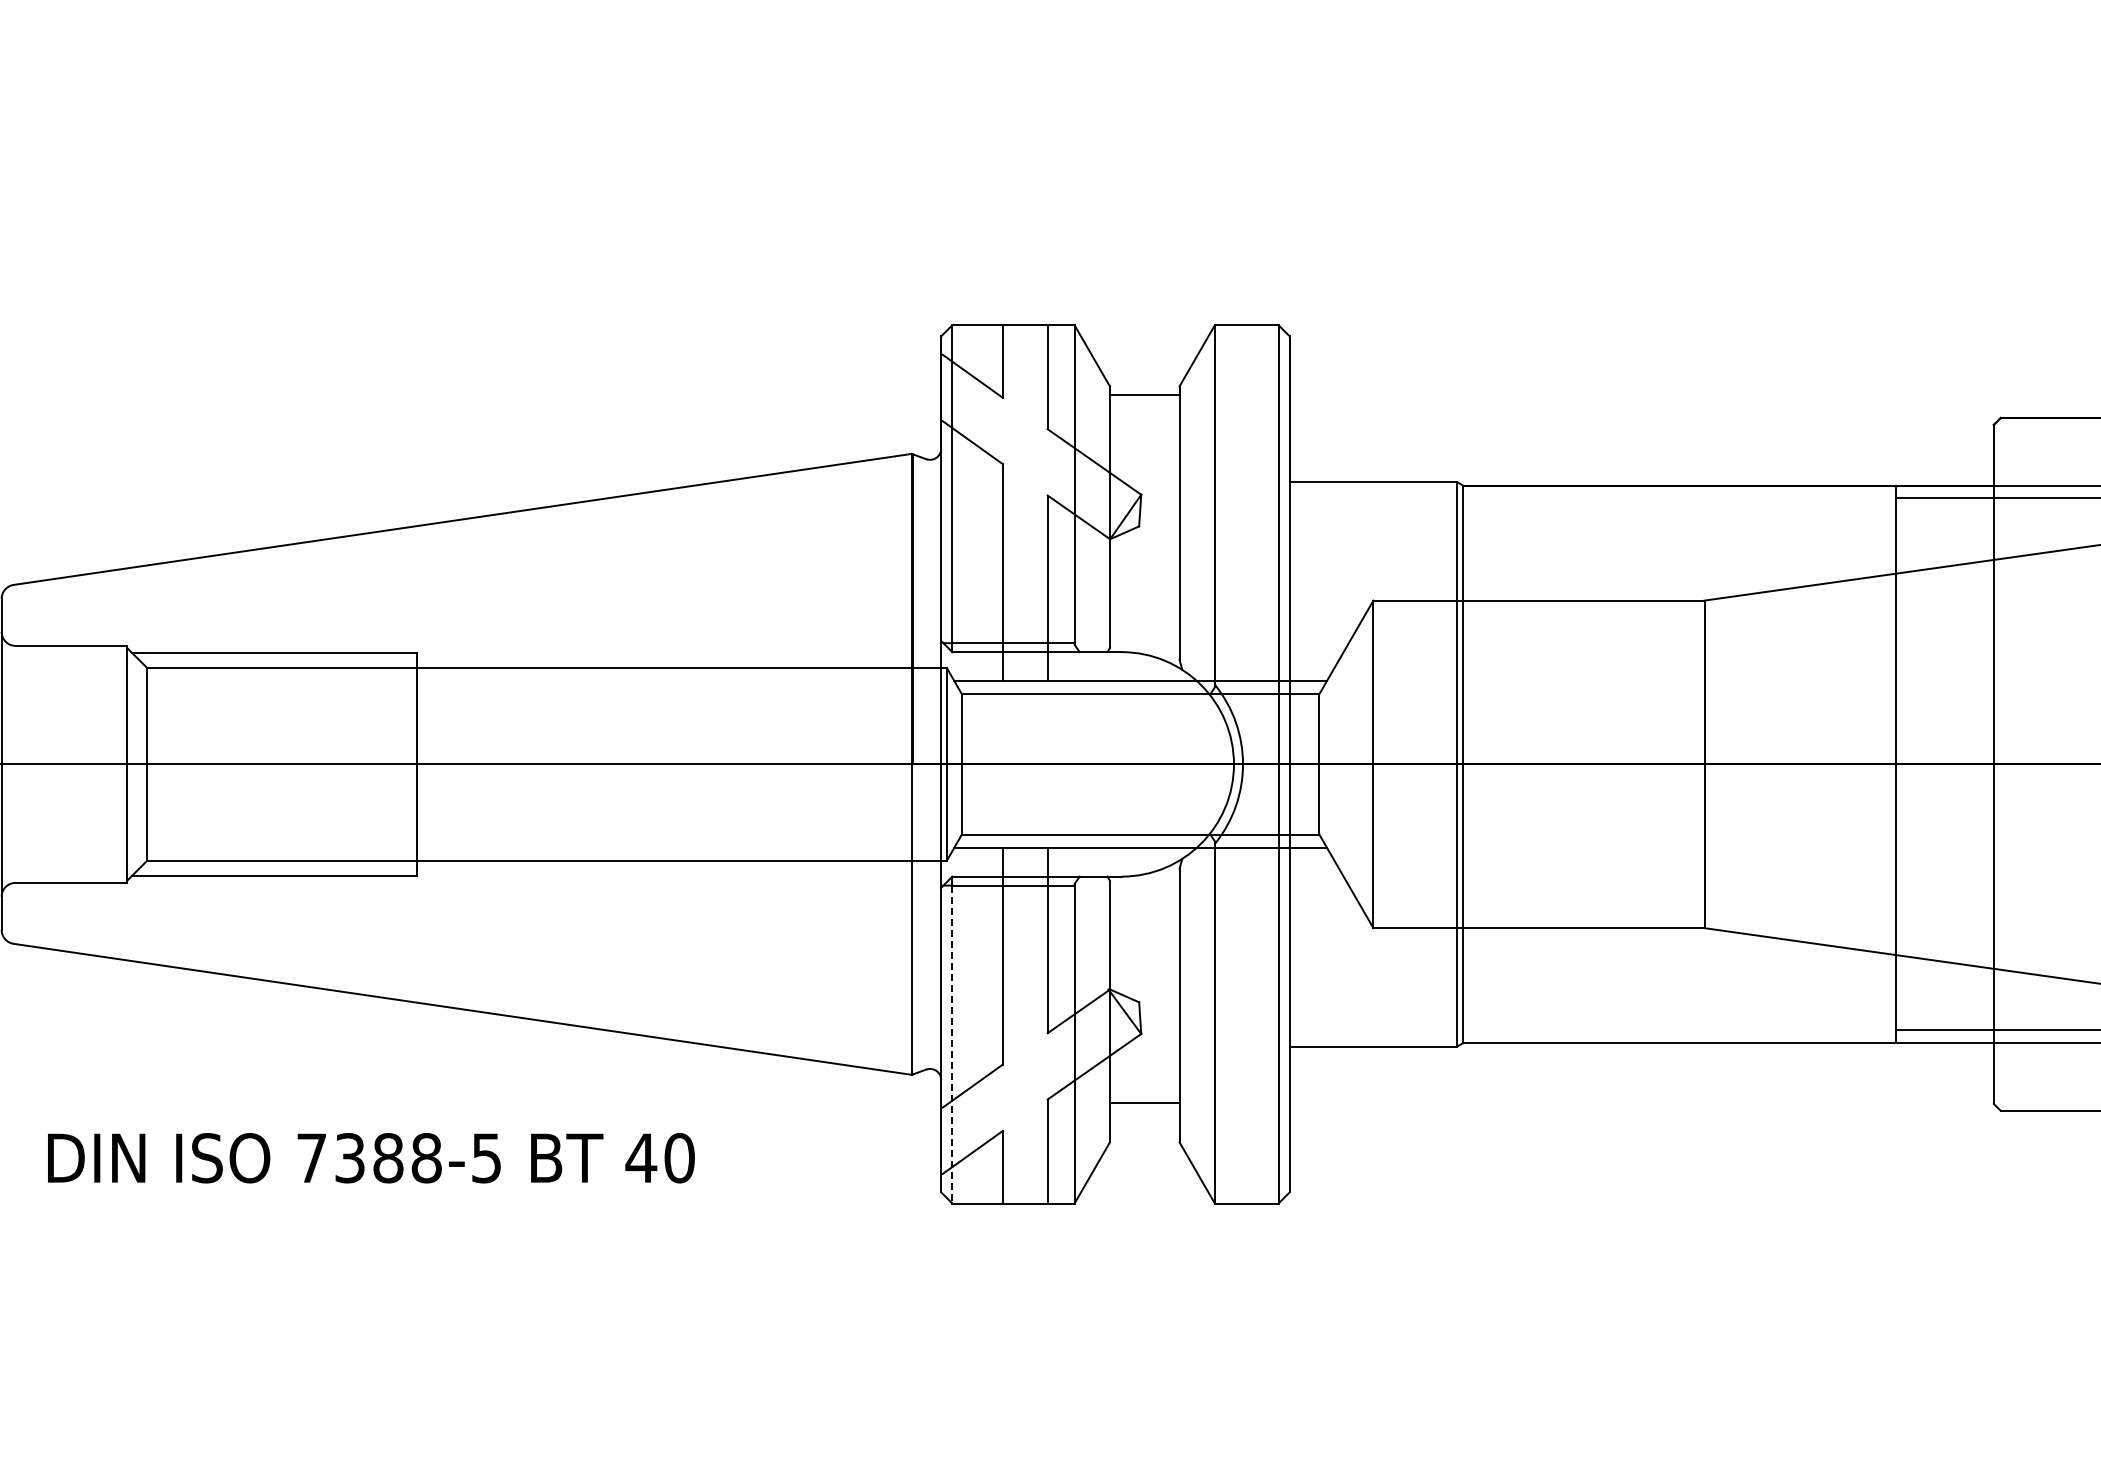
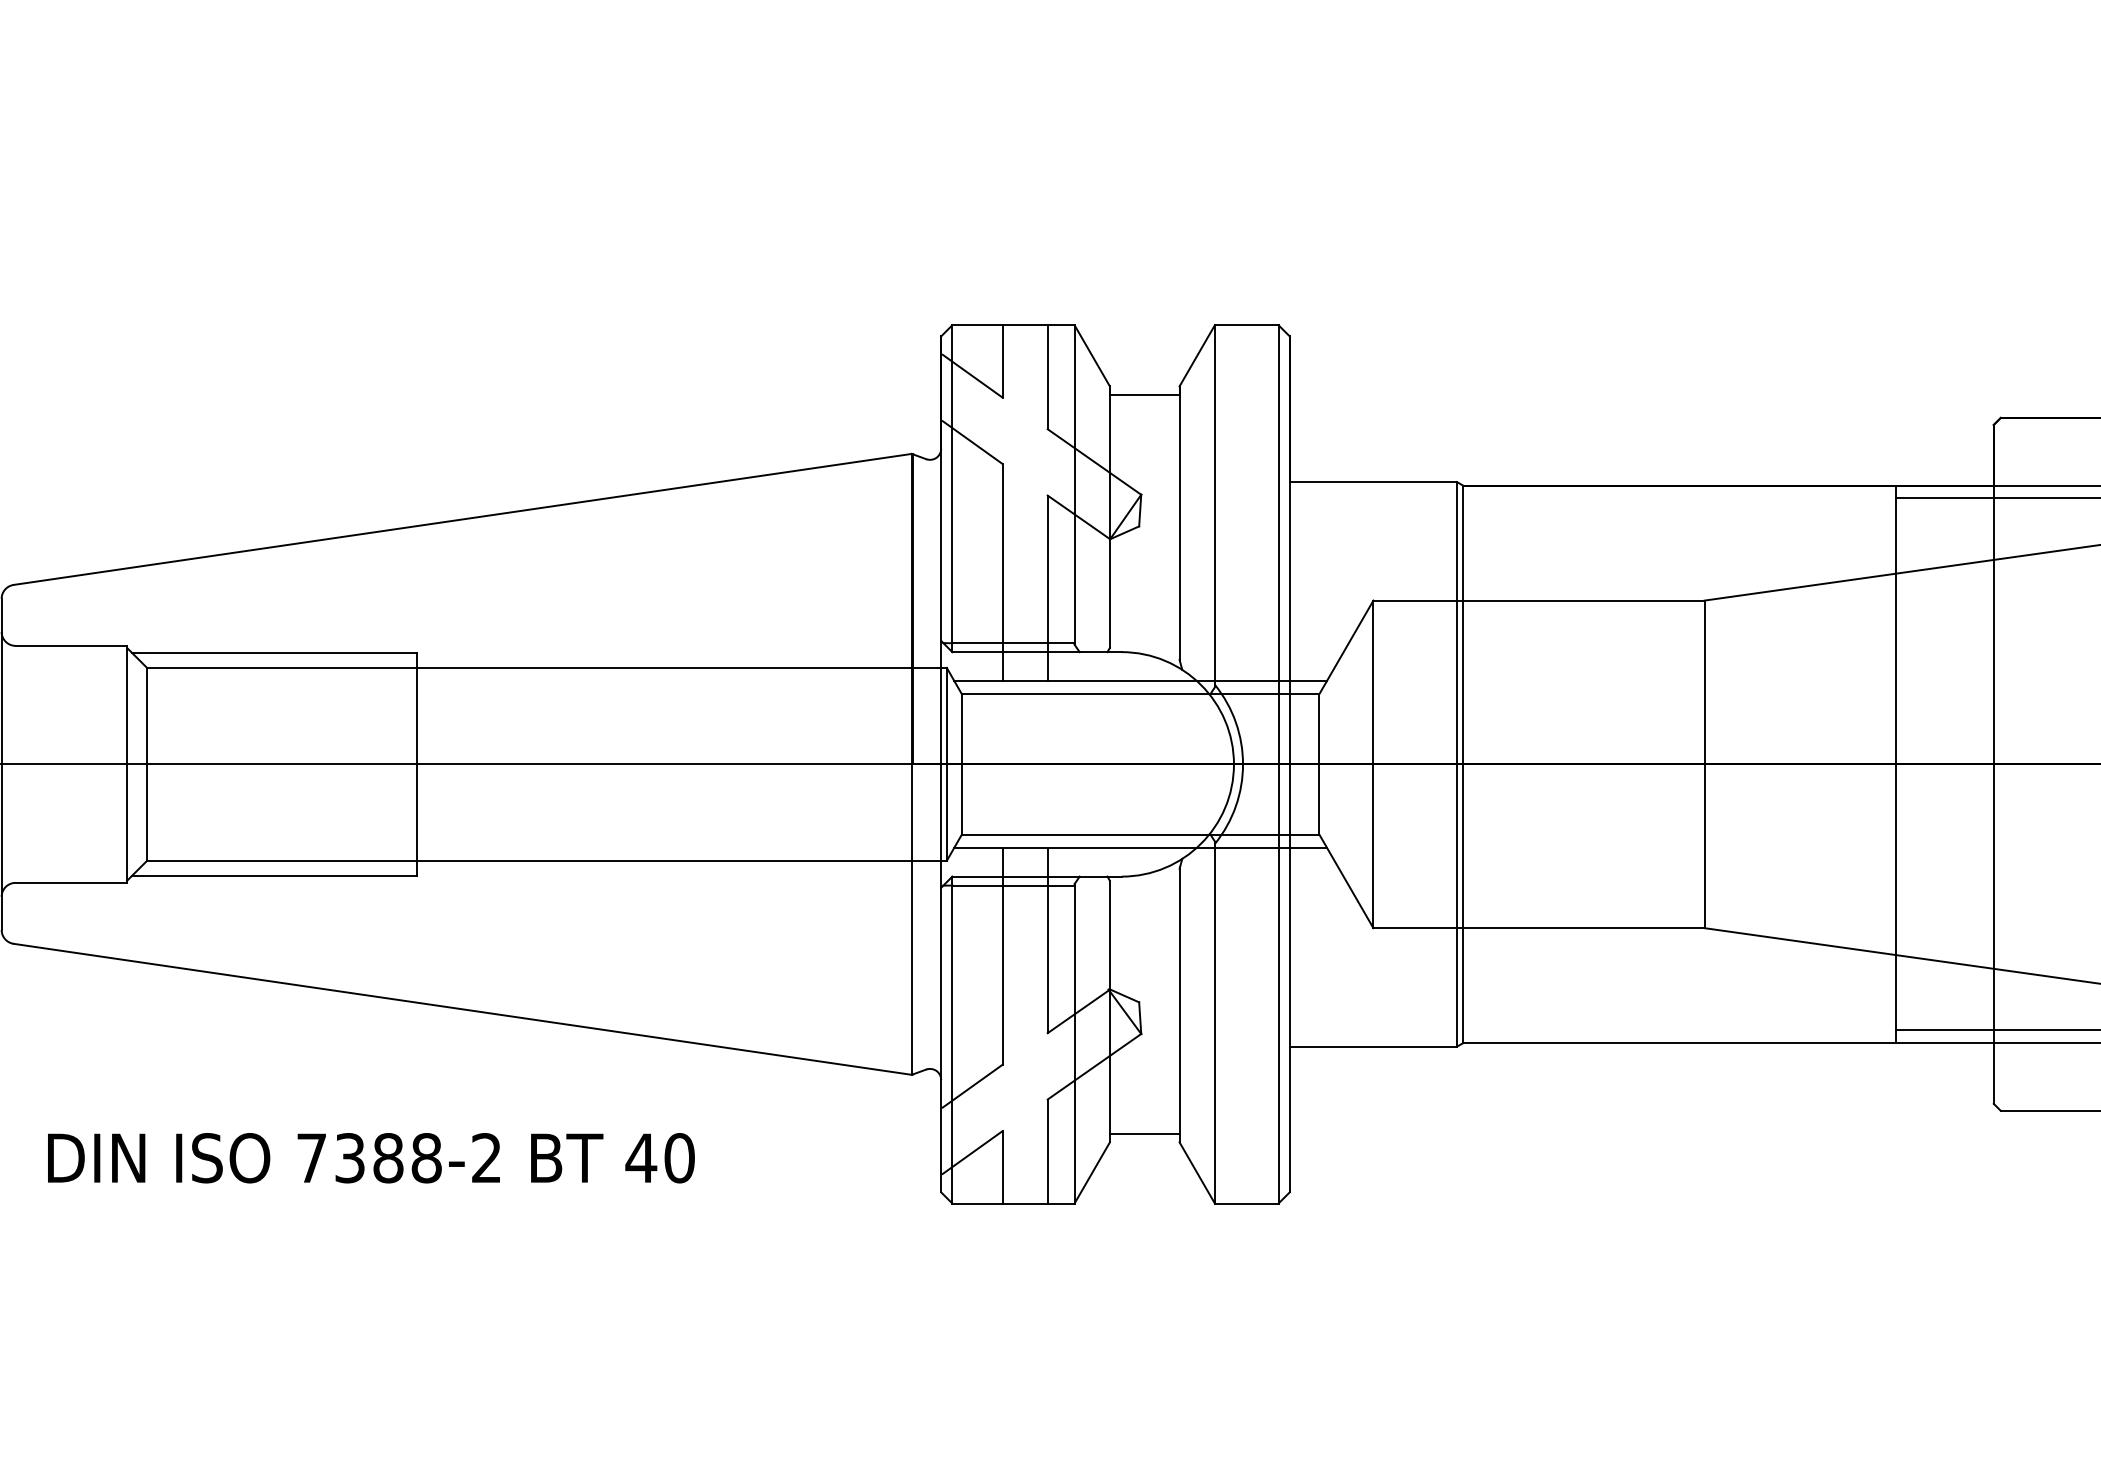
line at (952, 1044): dashed -> solid
line at (1144, 1102) position: (1144, 1102) -> (1144, 1133)
text at (486, 1158): 7388-5 -> 7388-2
